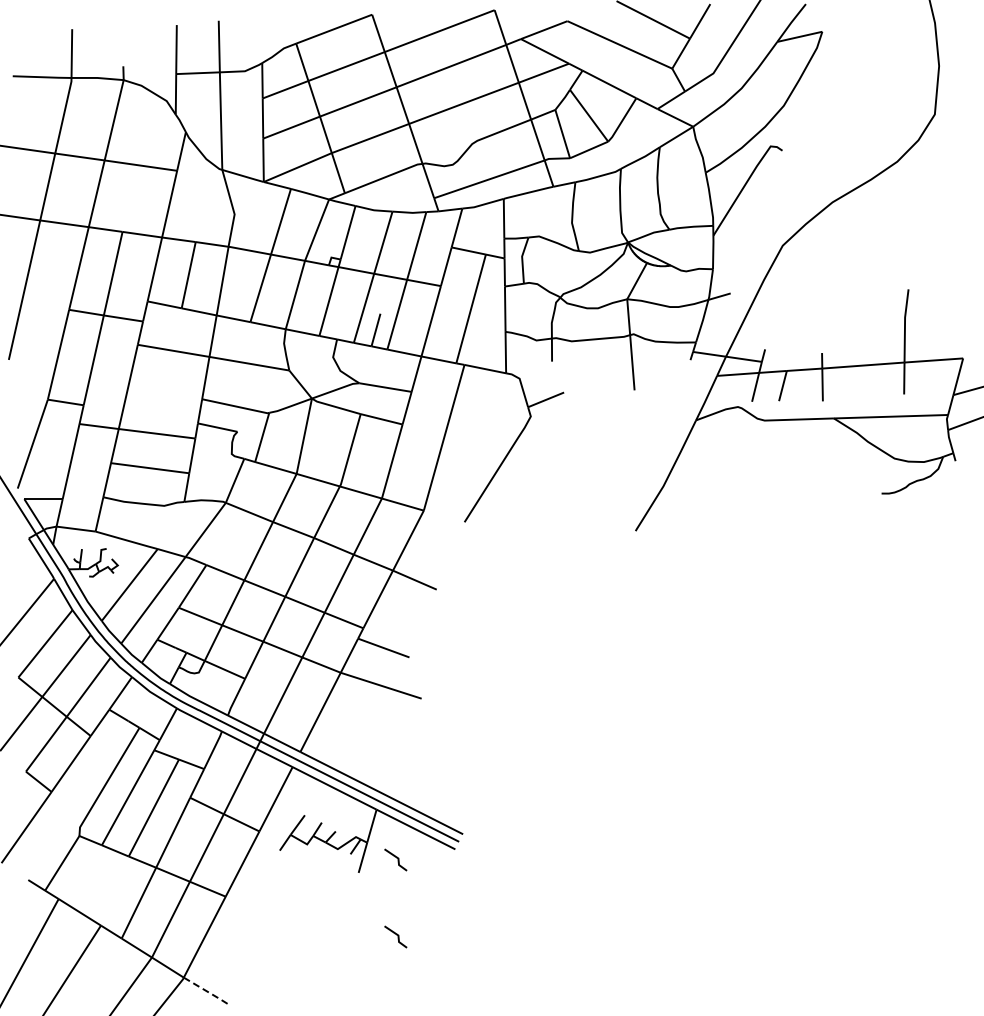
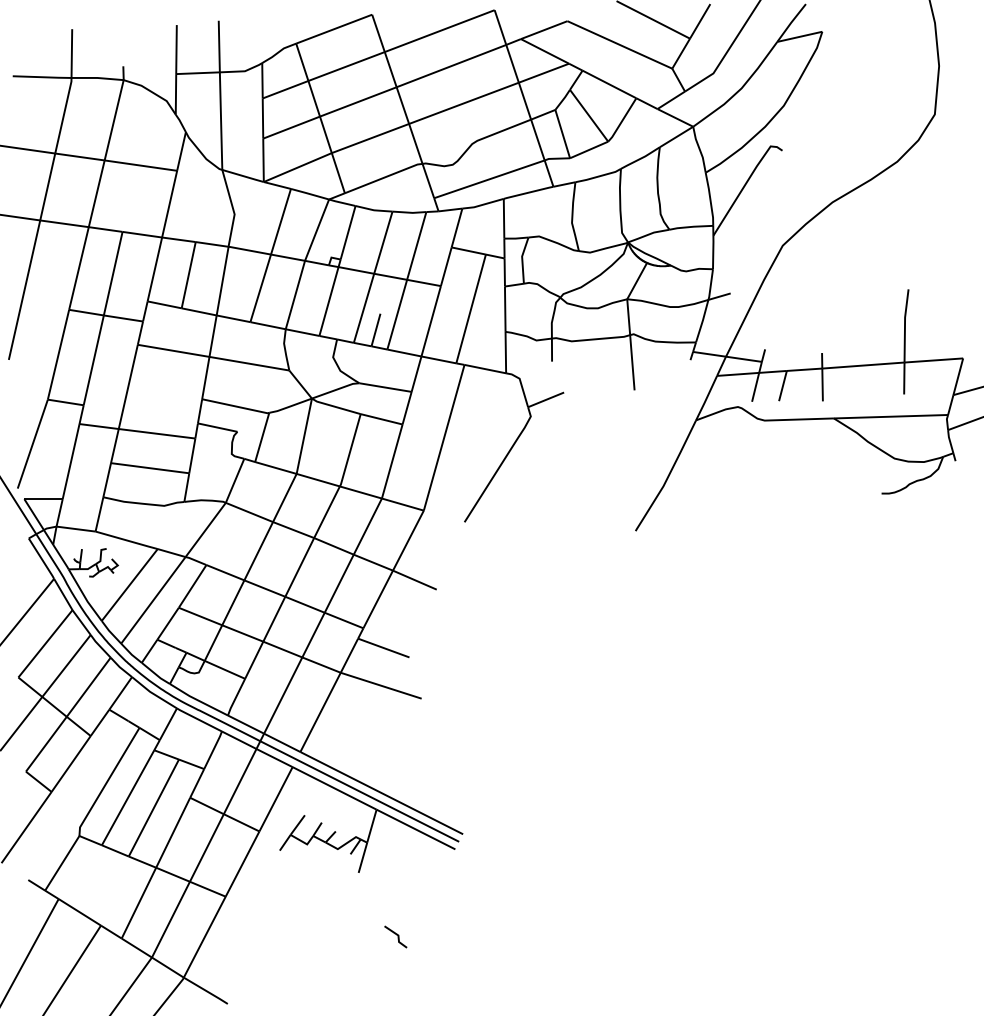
line at (396, 858): present -> none
line at (206, 991): dashed -> solid
